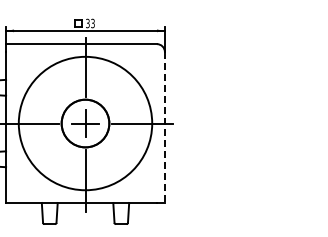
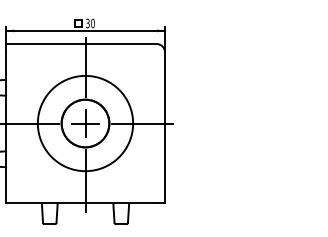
text at (92, 23): 33 -> 30
circle at (85, 123) diameter: 133 px -> 95 px
line at (164, 128): dashed -> solid
